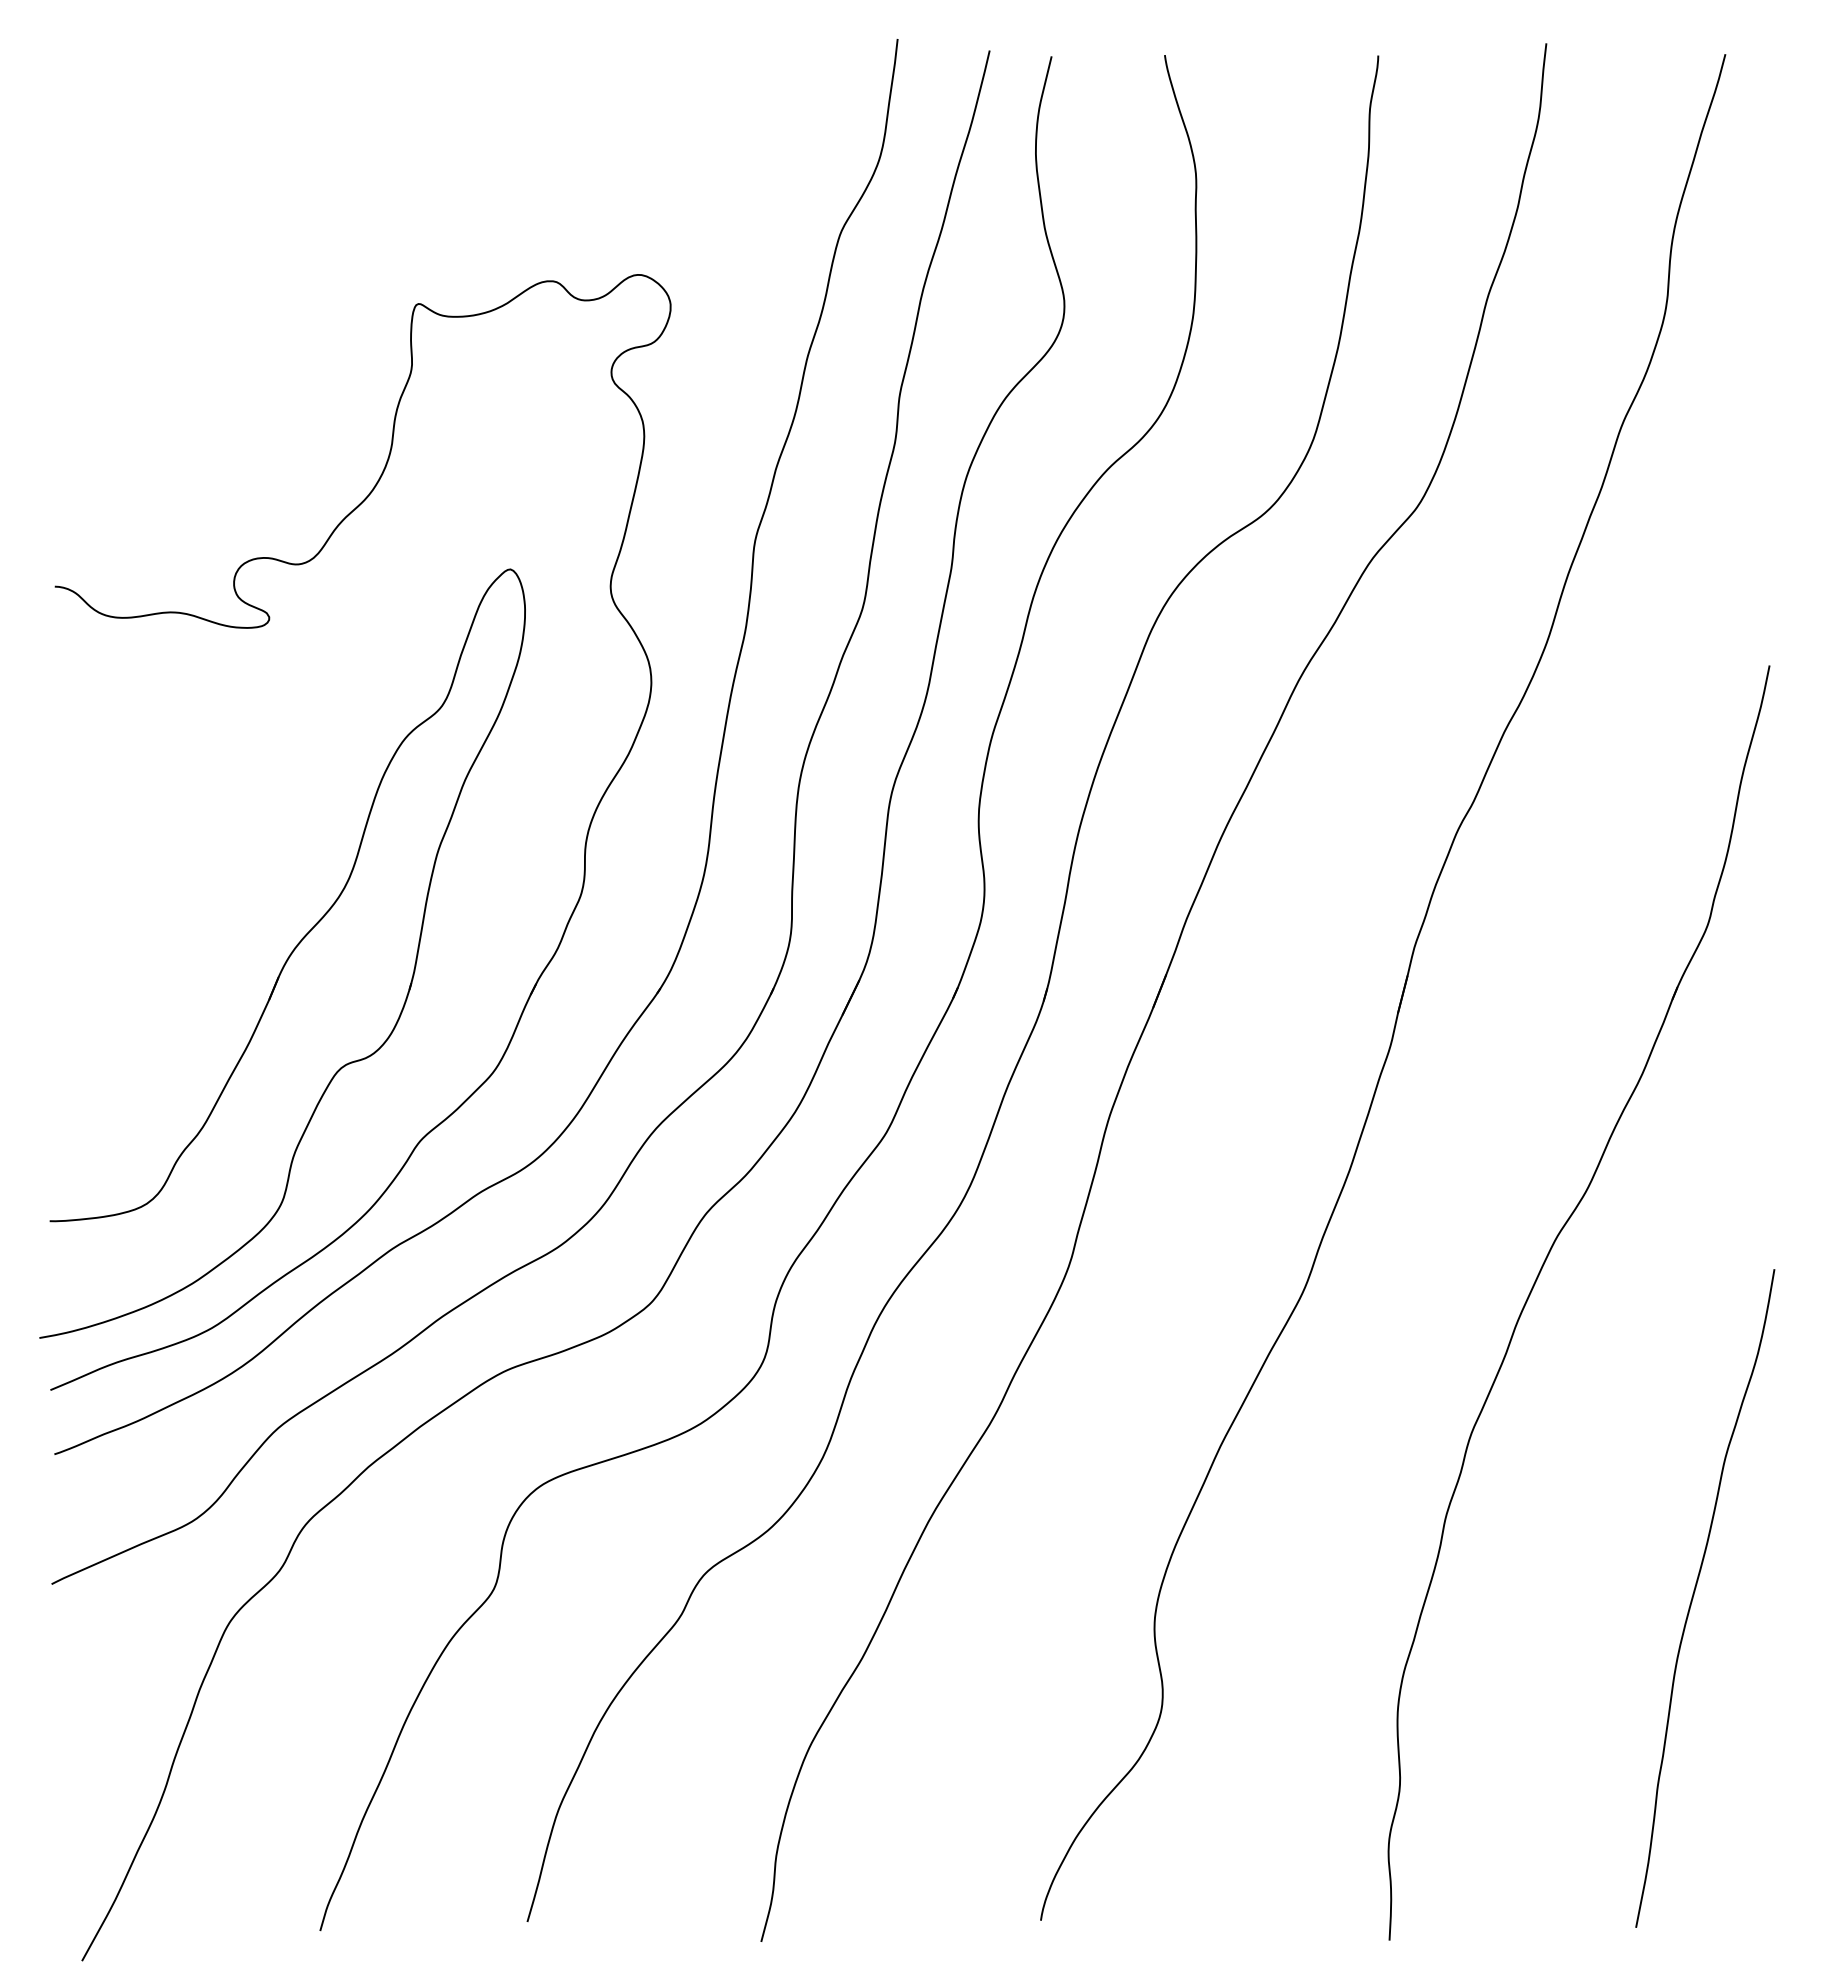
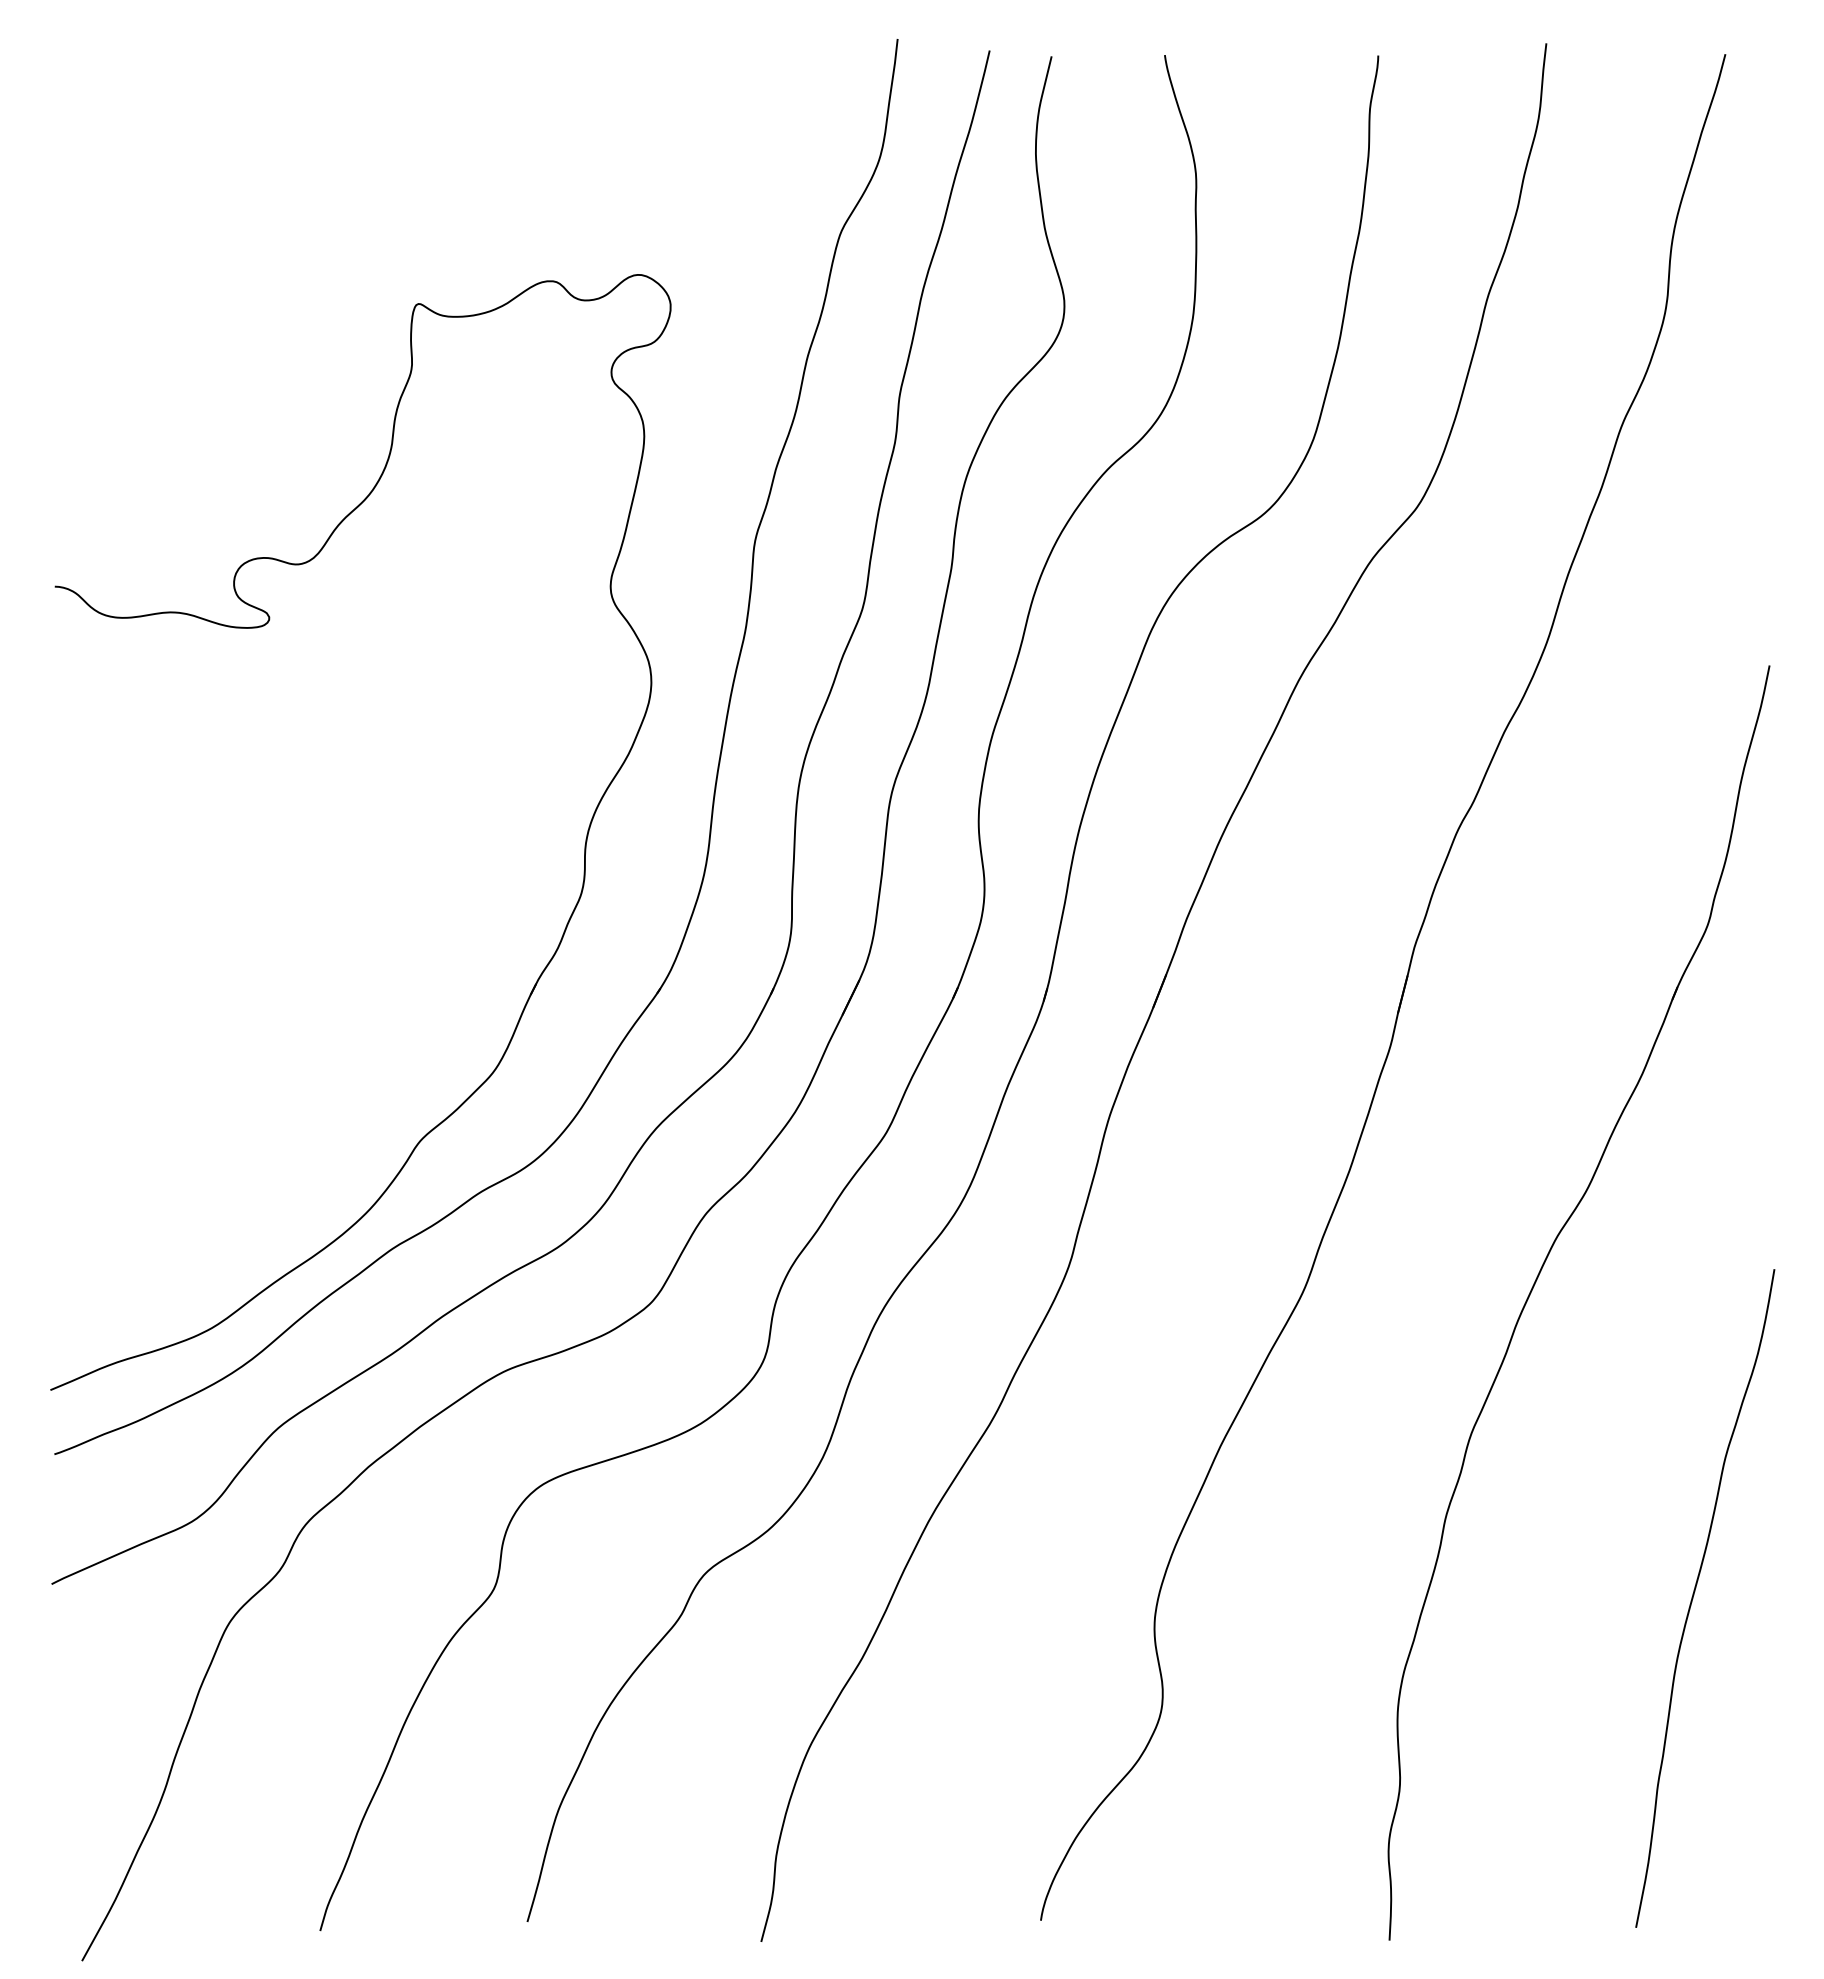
part at (287, 957): present -> none
